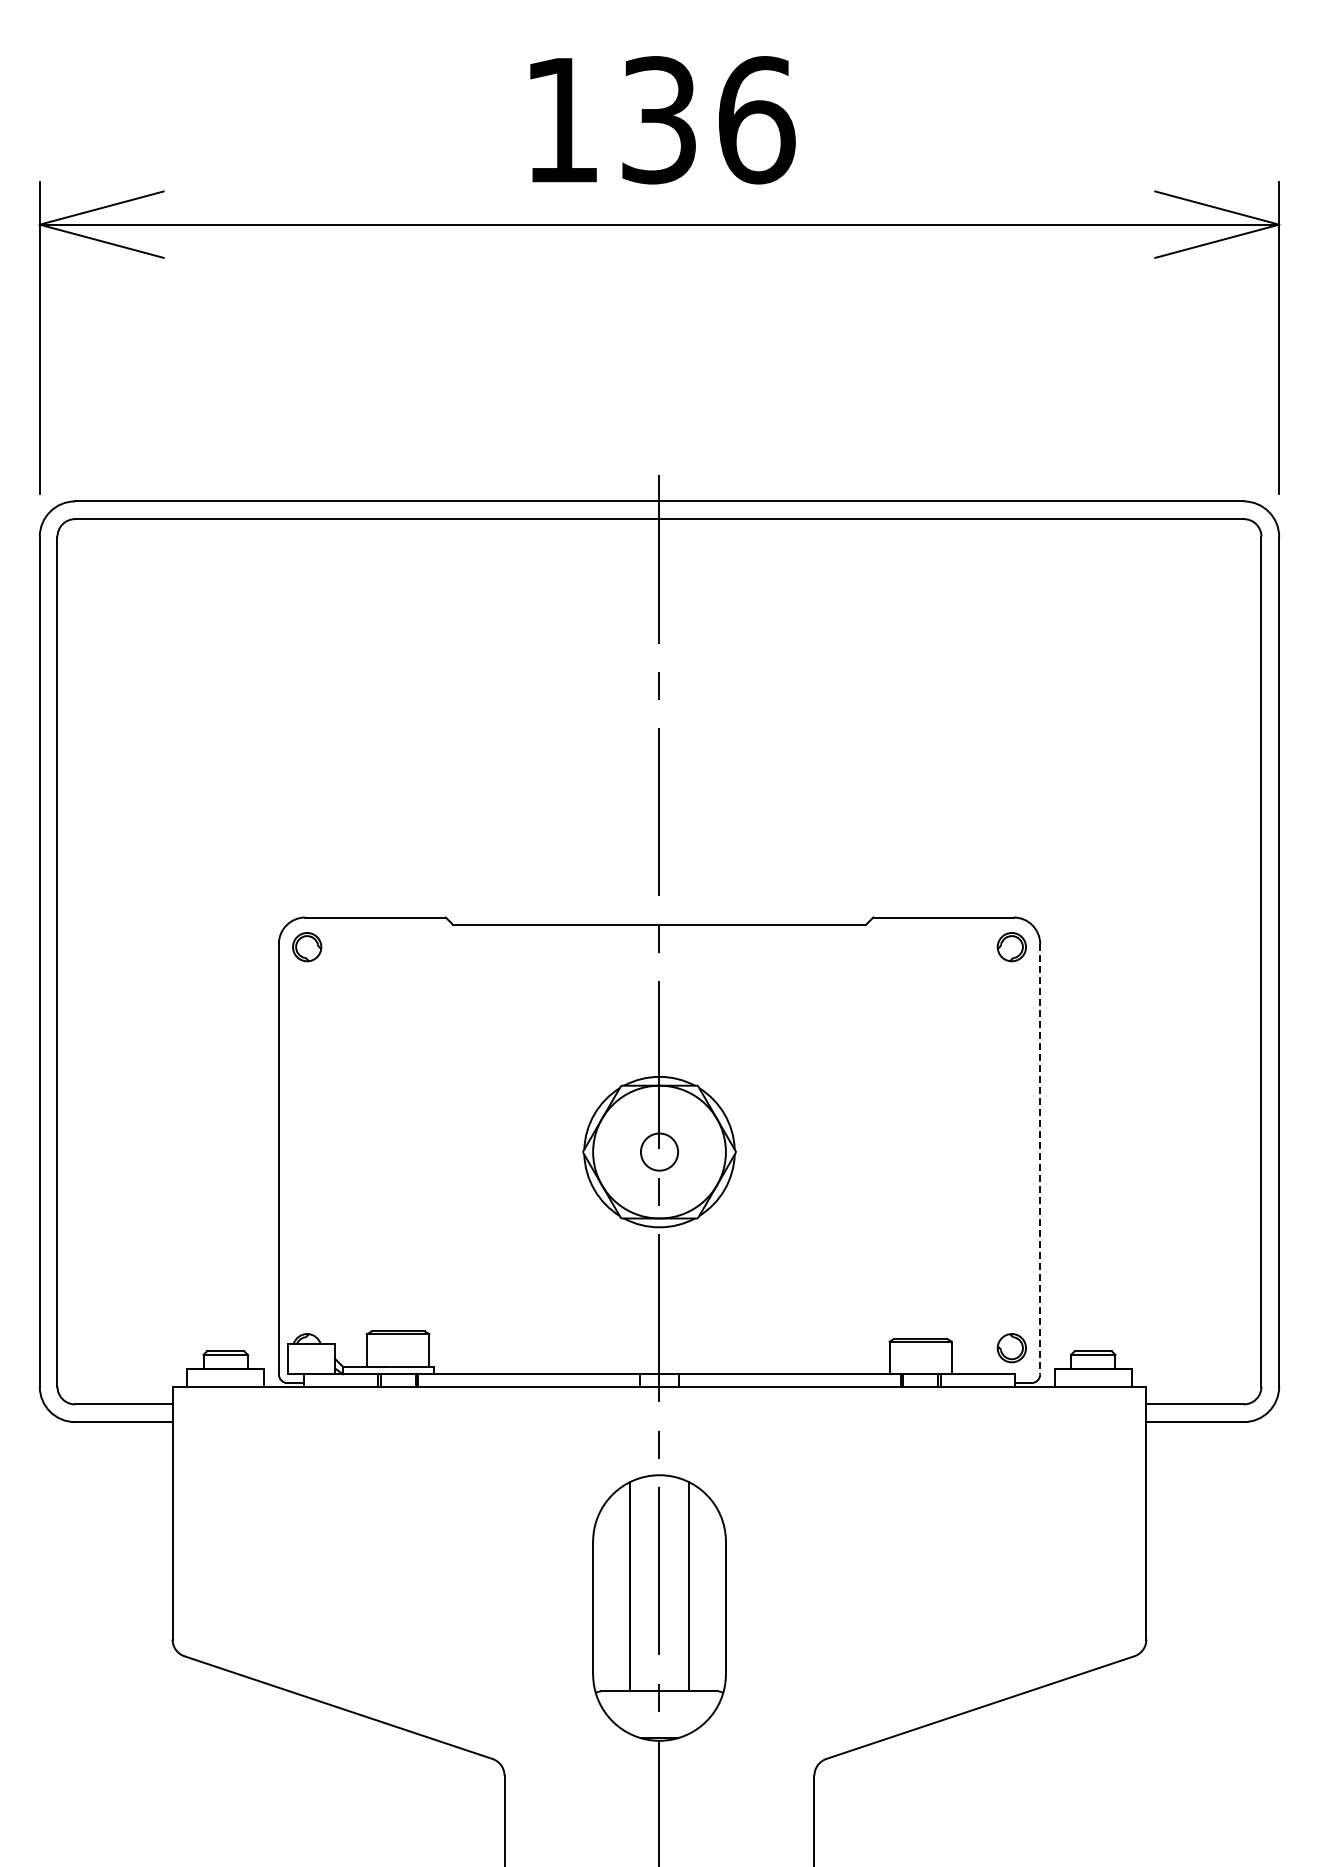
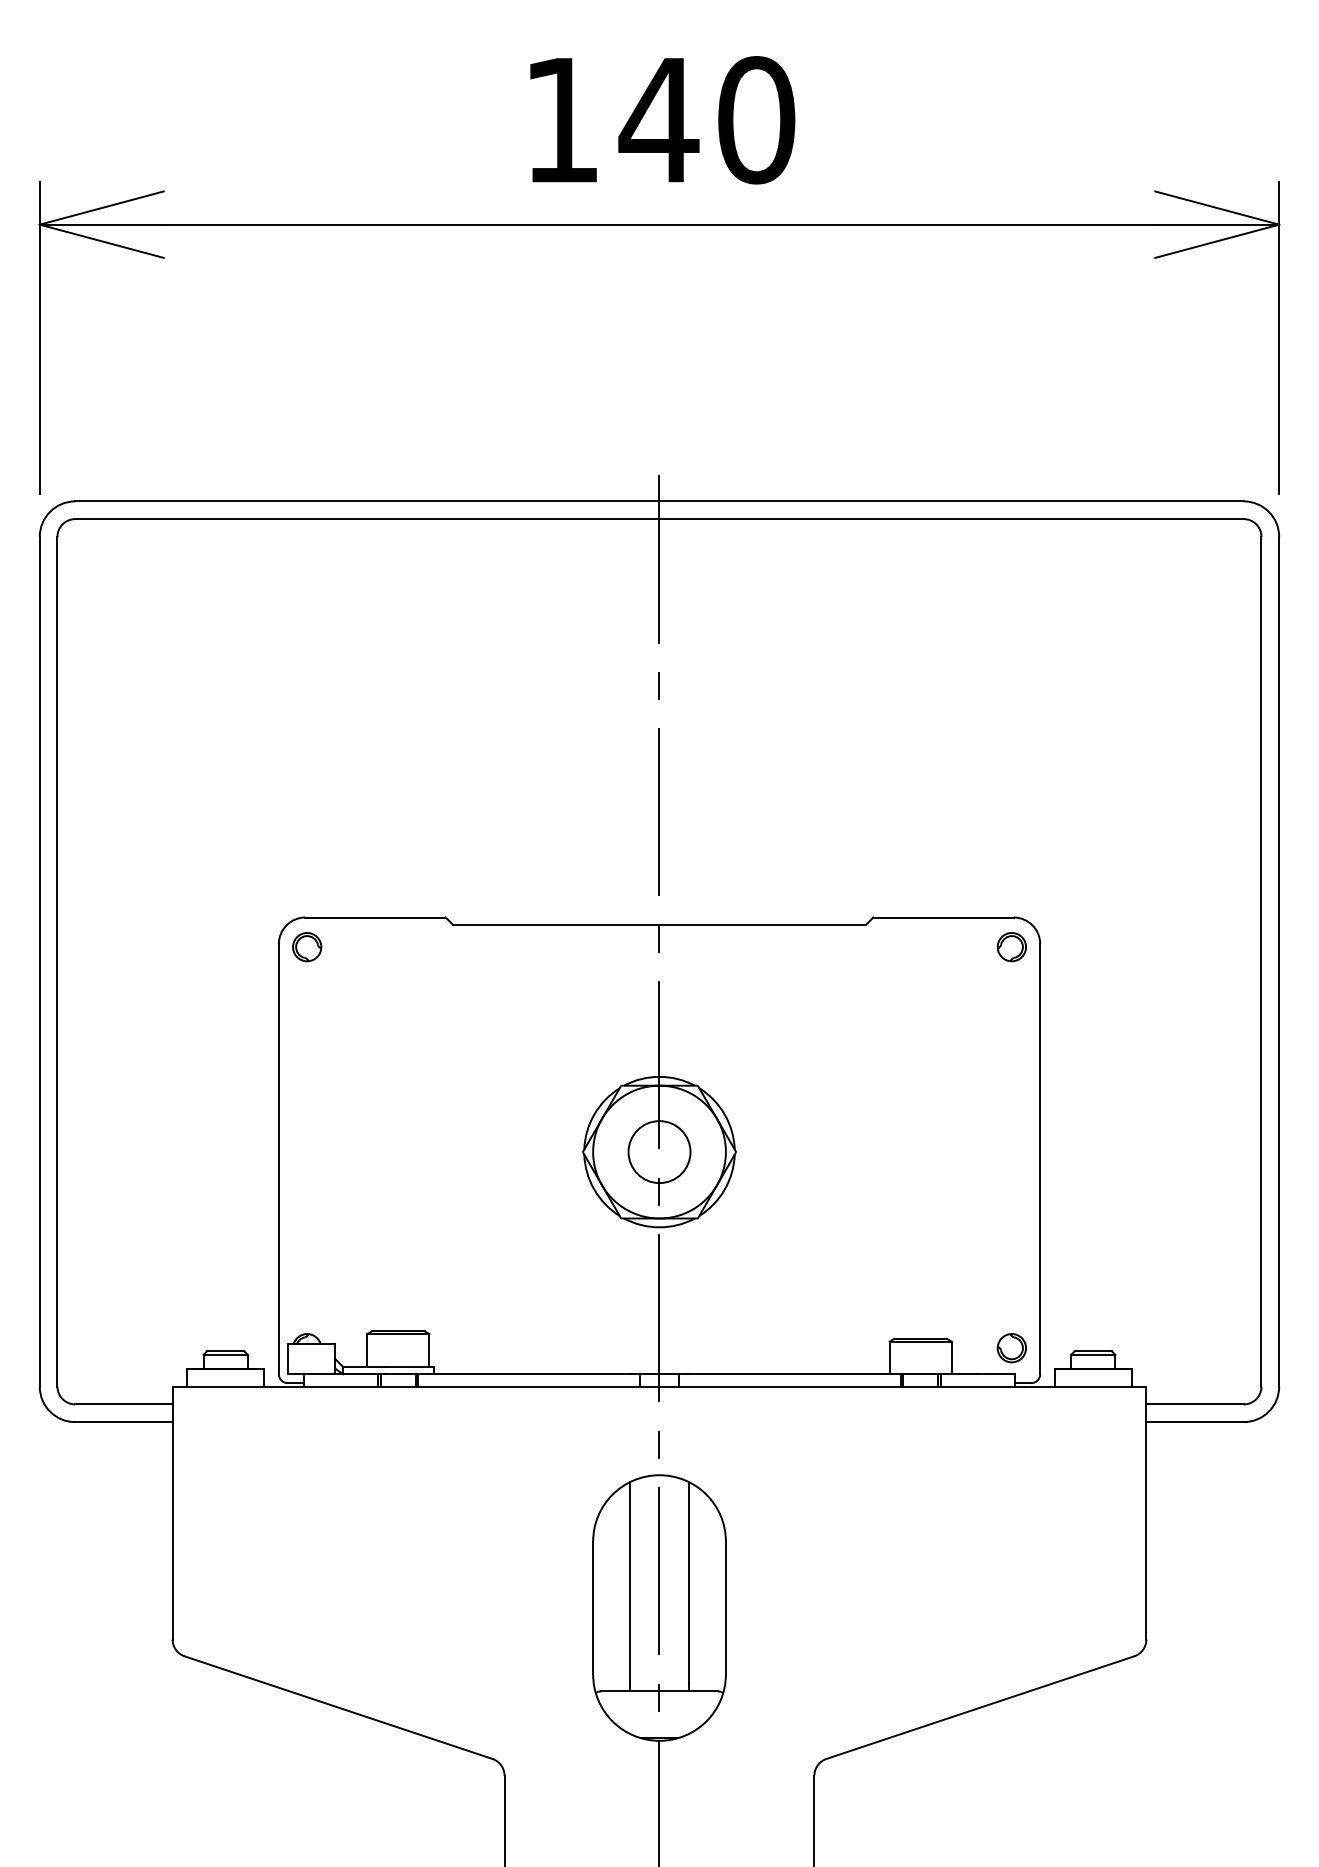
text at (706, 120): 136 -> 140
circle at (659, 1151) diameter: 37 px -> 62 px
line at (1040, 1159): dashed -> solid
